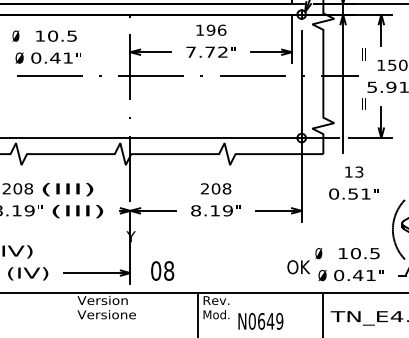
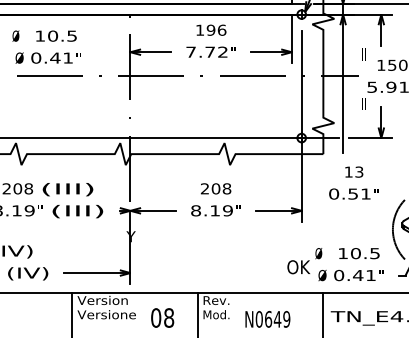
text at (162, 270) position: (162, 270) -> (162, 317)
line at (72, 313): none -> present
text at (260, 321) position: (260, 321) -> (267, 319)
